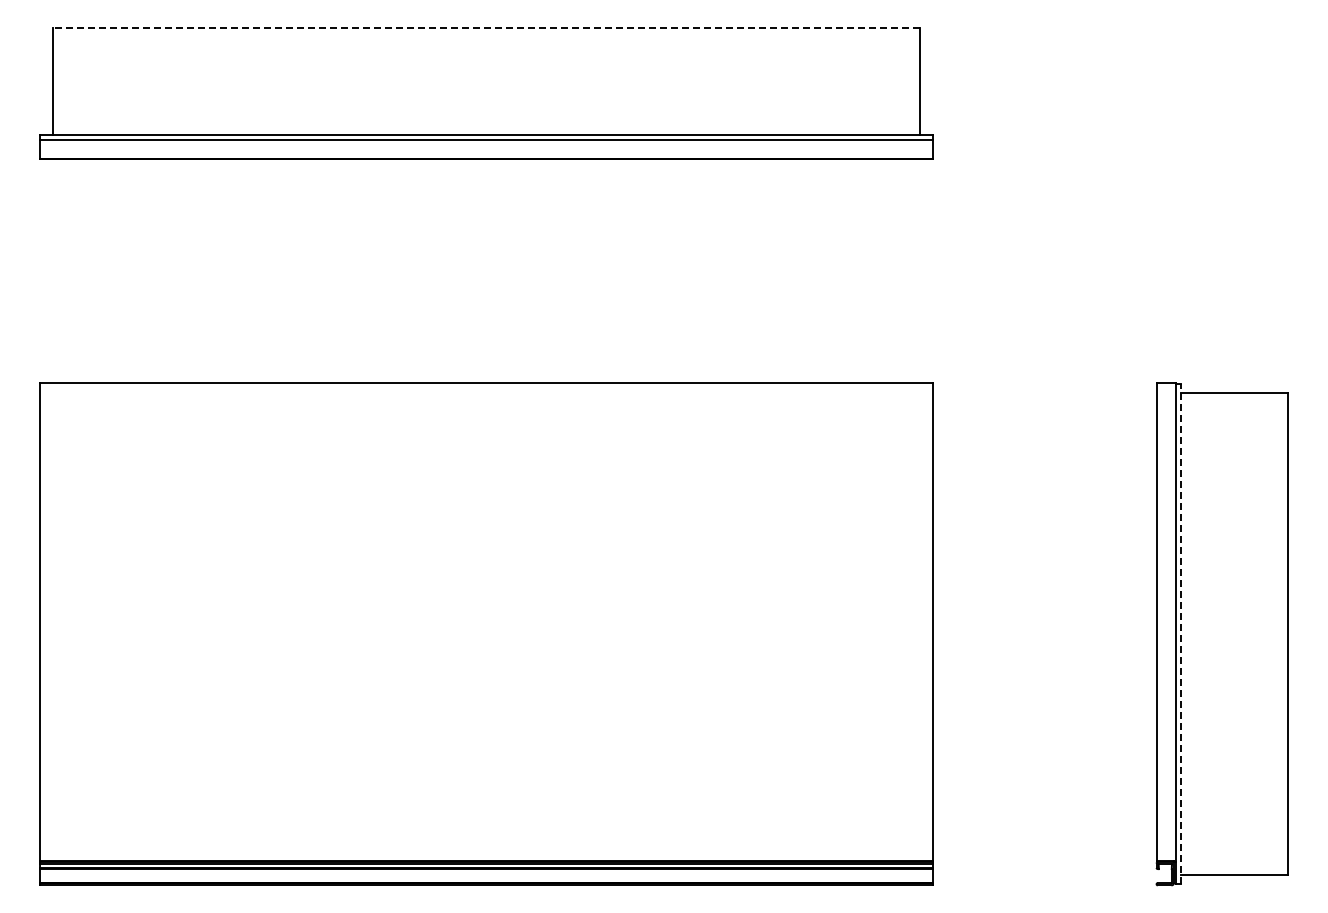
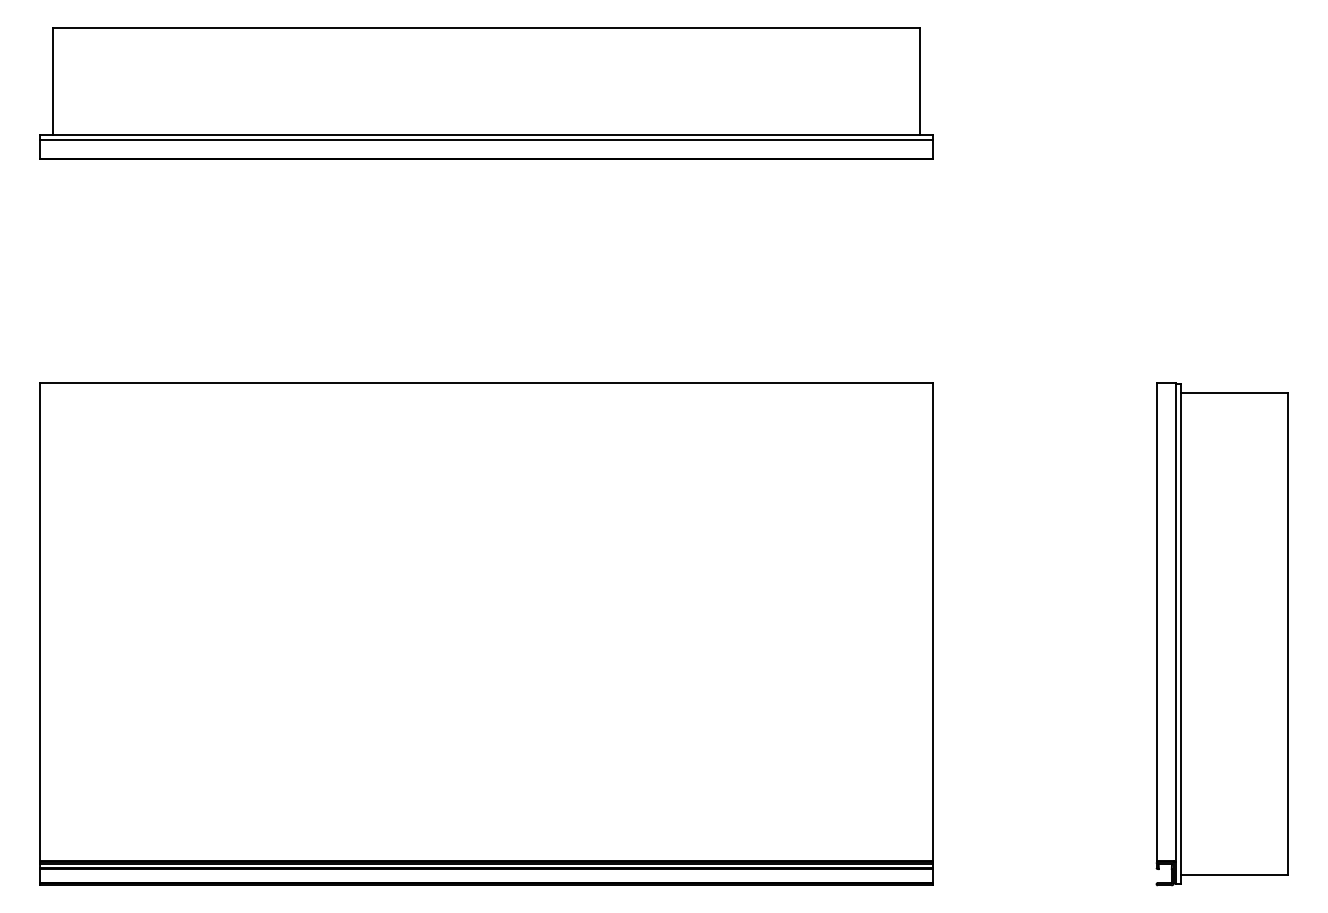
line at (486, 27): dashed -> solid
line at (1180, 633): dashed -> solid
